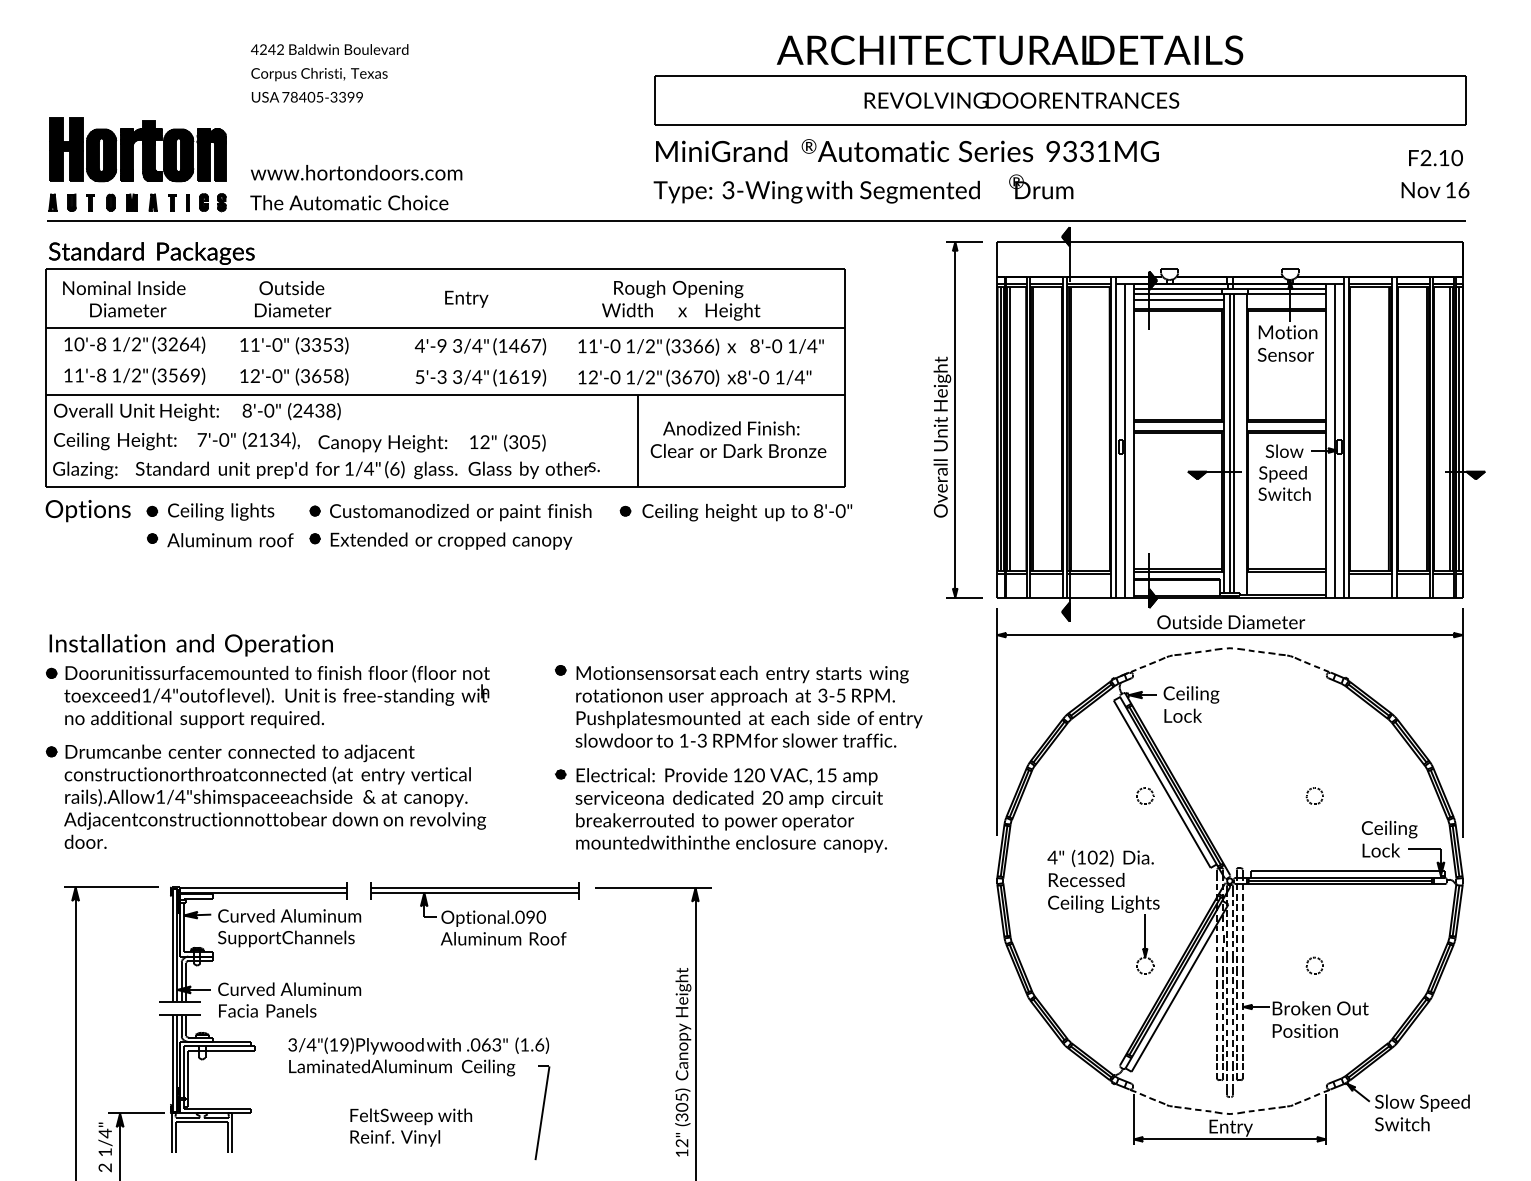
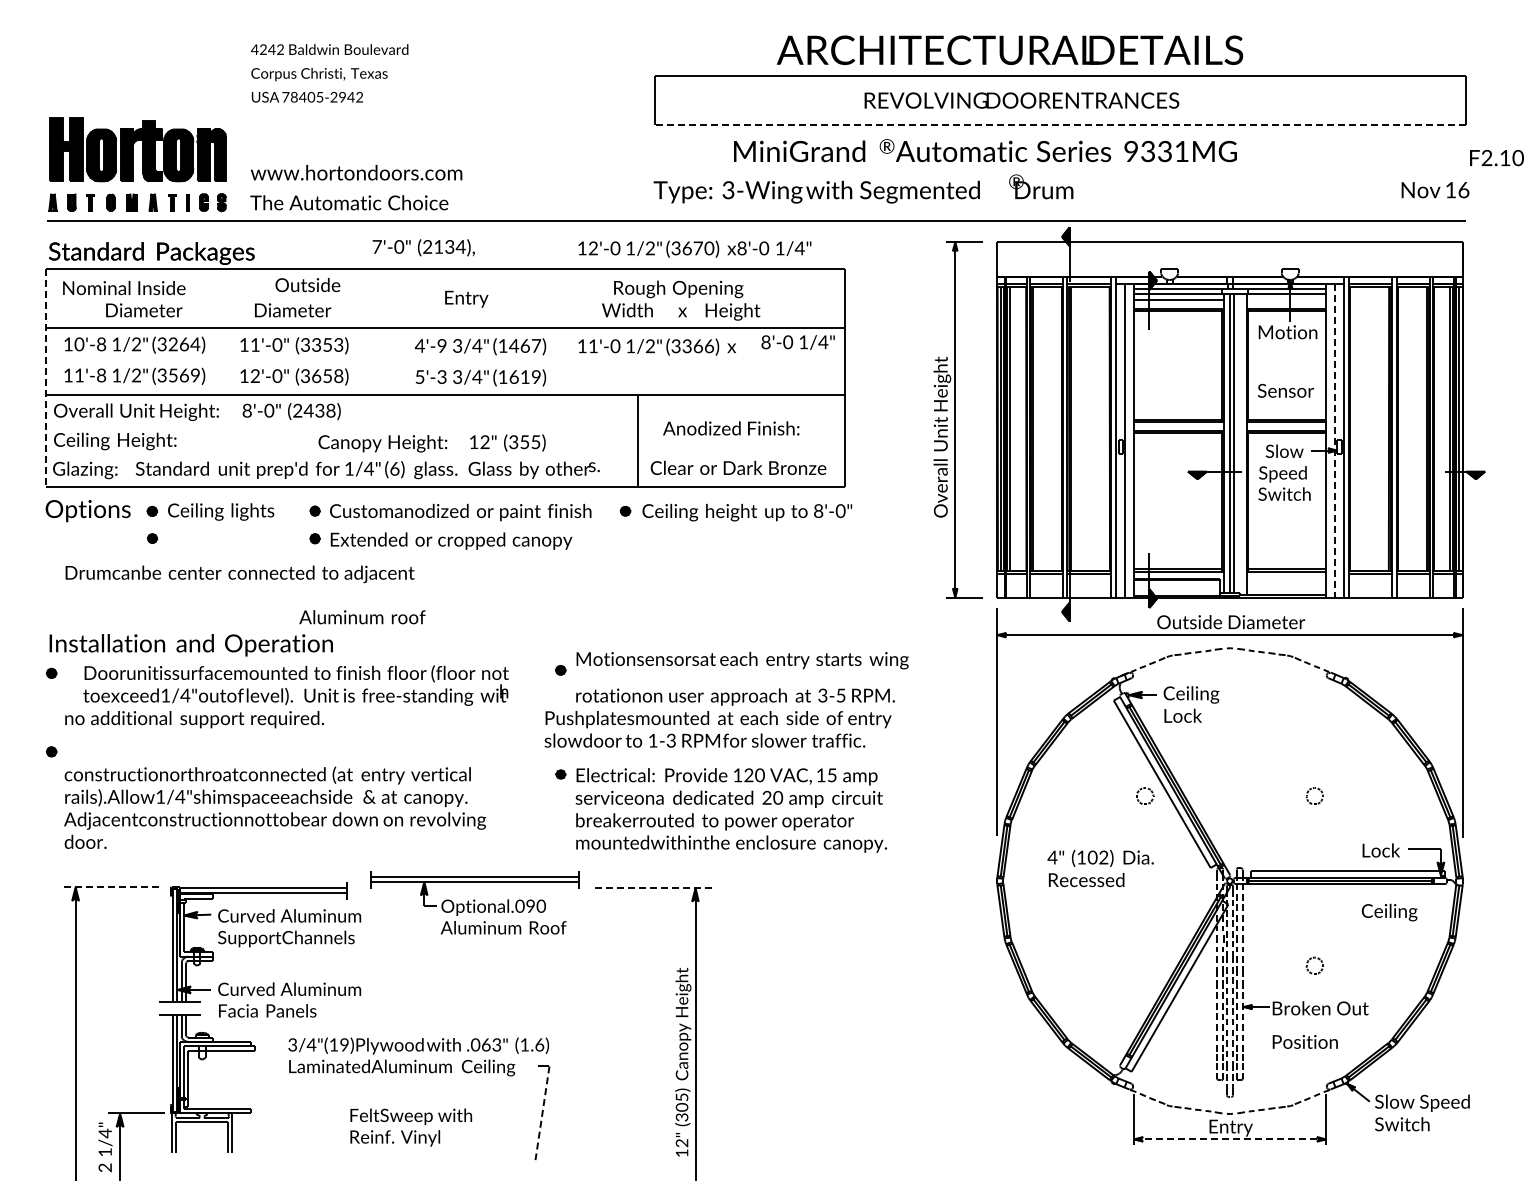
text at (346, 97): 78405-3399 -> 78405-2942
line at (1060, 125): solid -> dashed
text at (907, 150) position: (907, 150) -> (985, 150)
text at (1435, 158) position: (1435, 158) -> (1496, 158)
text at (291, 288) position: (291, 288) -> (307, 285)
text at (128, 310) position: (128, 310) -> (144, 310)
text at (786, 346) position: (786, 346) -> (797, 342)
text at (1285, 354) position: (1285, 354) -> (1285, 390)
line at (46, 377): solid -> dashed
text at (694, 377) position: (694, 377) -> (694, 248)
text at (248, 440) position: (248, 440) -> (423, 247)
line at (1335, 440): solid -> dashed
text at (524, 442): (305) -> (355)
text at (738, 450) position: (738, 450) -> (738, 467)
text at (230, 540) position: (230, 540) -> (362, 617)
text at (742, 674) position: (742, 674) -> (742, 660)
text at (276, 685) position: (276, 685) -> (295, 685)
text at (748, 729) position: (748, 729) -> (717, 729)
text at (239, 753) position: (239, 753) -> (239, 574)
text at (1389, 829) position: (1389, 829) -> (1389, 912)
line at (110, 887): solid -> dashed
line at (654, 887): solid -> dashed
part at (1101, 912): present -> none
part at (474, 913) position: (474, 913) -> (474, 902)
text at (1304, 1030) position: (1304, 1030) -> (1304, 1041)
line at (542, 1113): solid -> dashed
line at (1230, 1139): solid -> dashed
